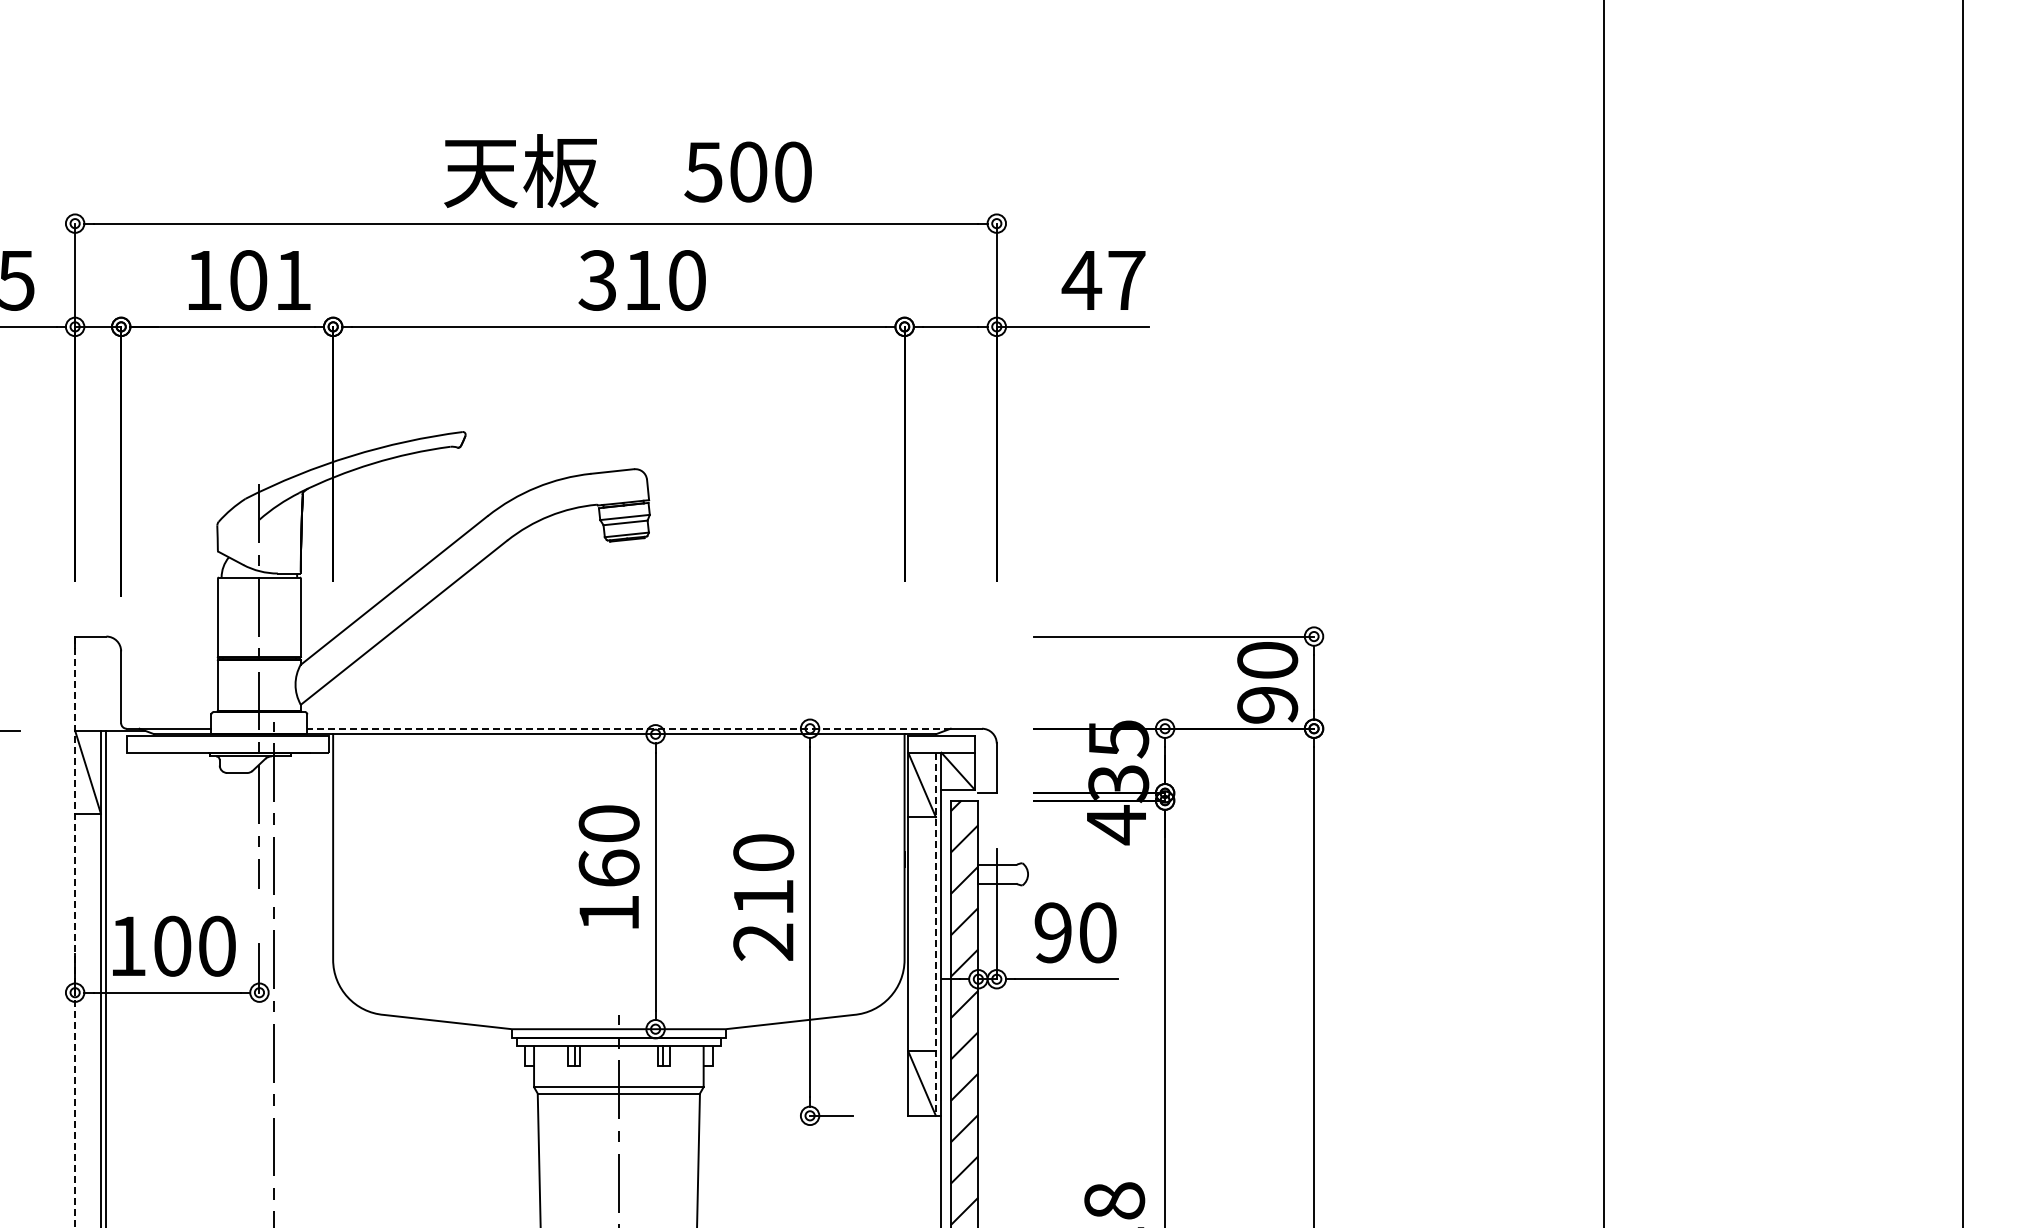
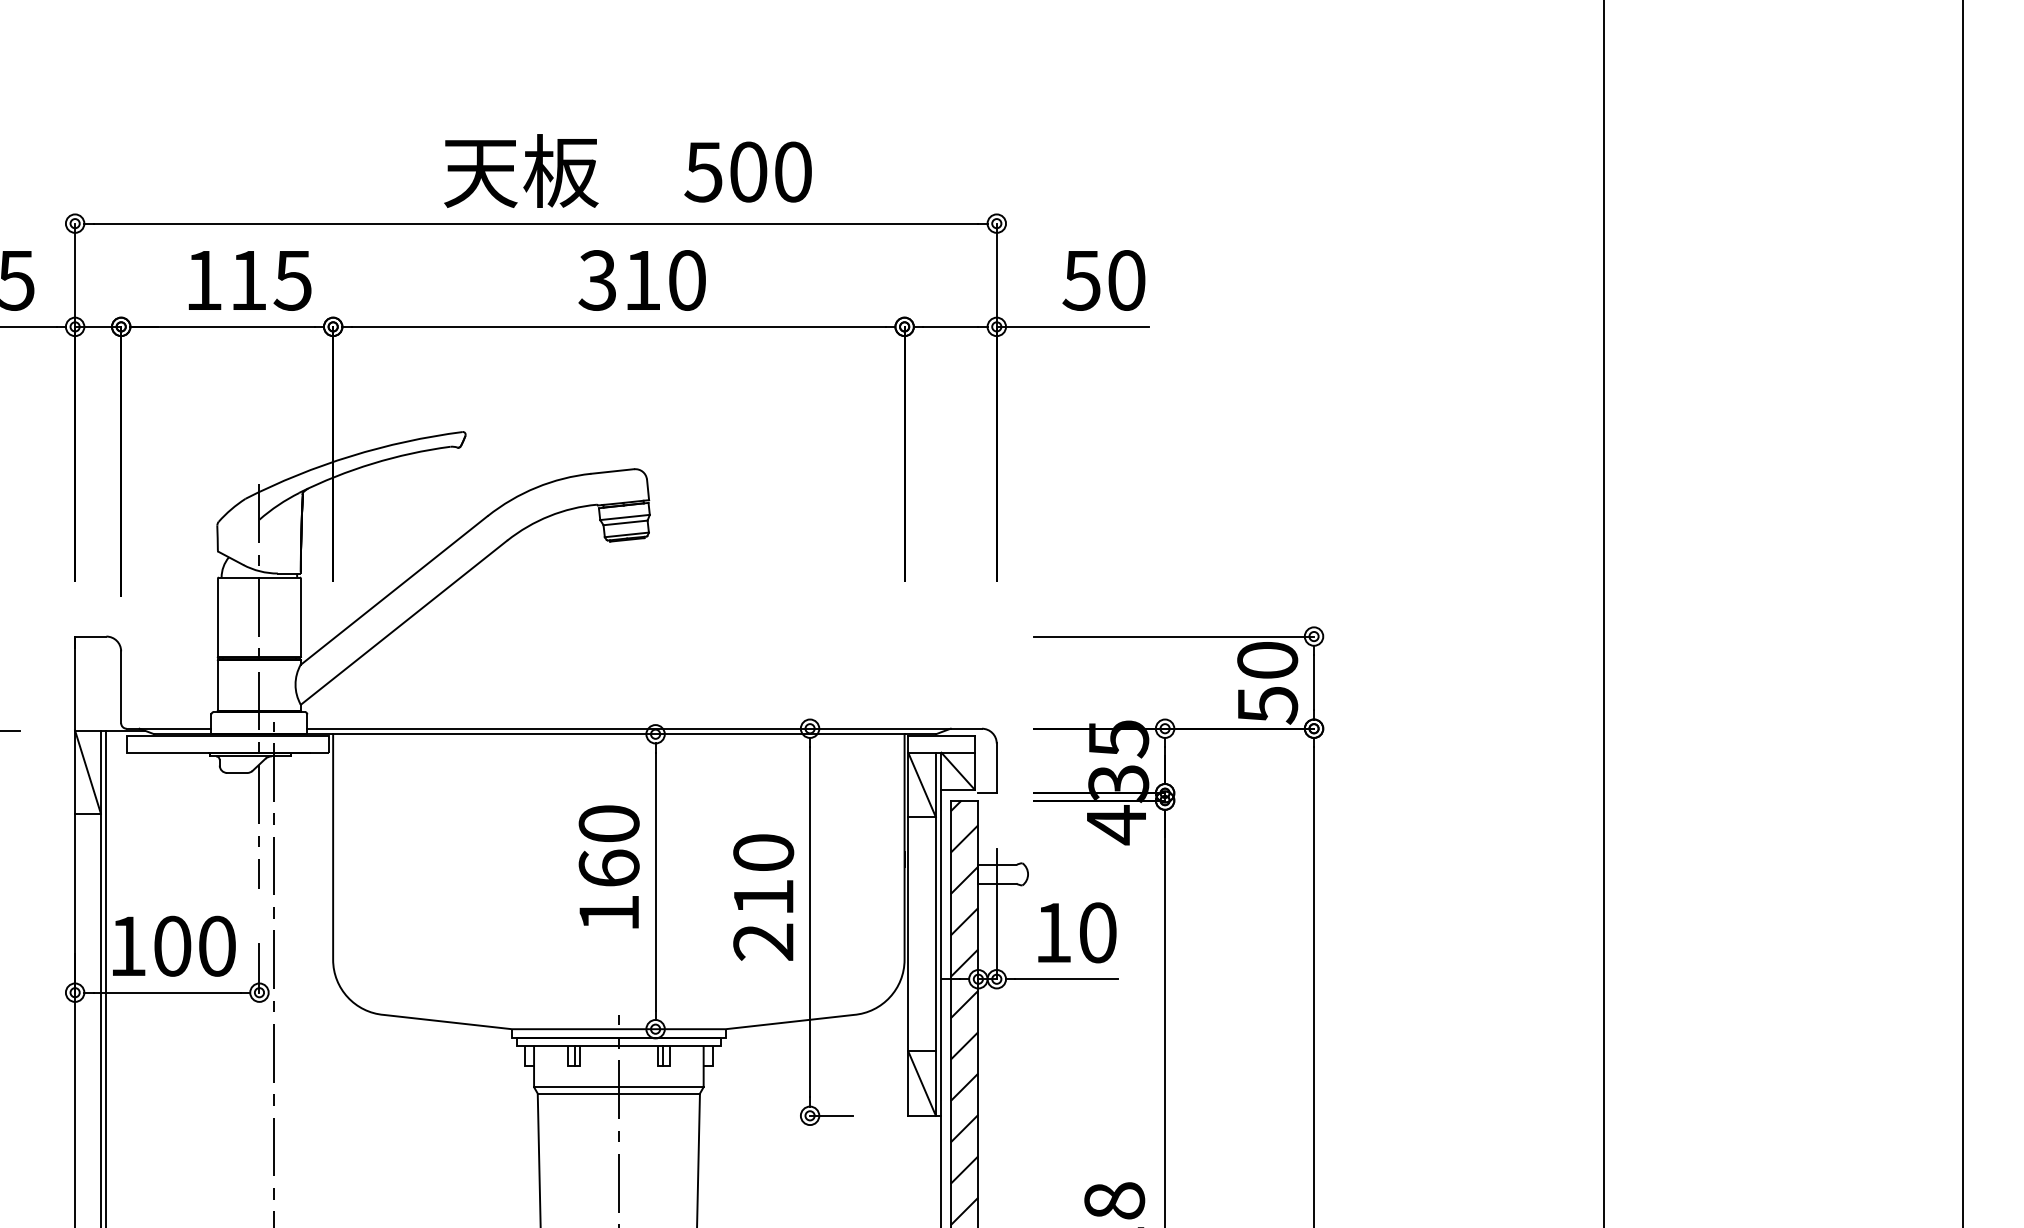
text at (270, 280): 101 -> 115
text at (1103, 280): 47 -> 50
text at (1267, 705): 90 -> 50
line at (629, 728): dashed -> solid
line at (75, 932): dashed -> solid
text at (1052, 932): 90 -> 10
line at (935, 934): dashed -> solid
